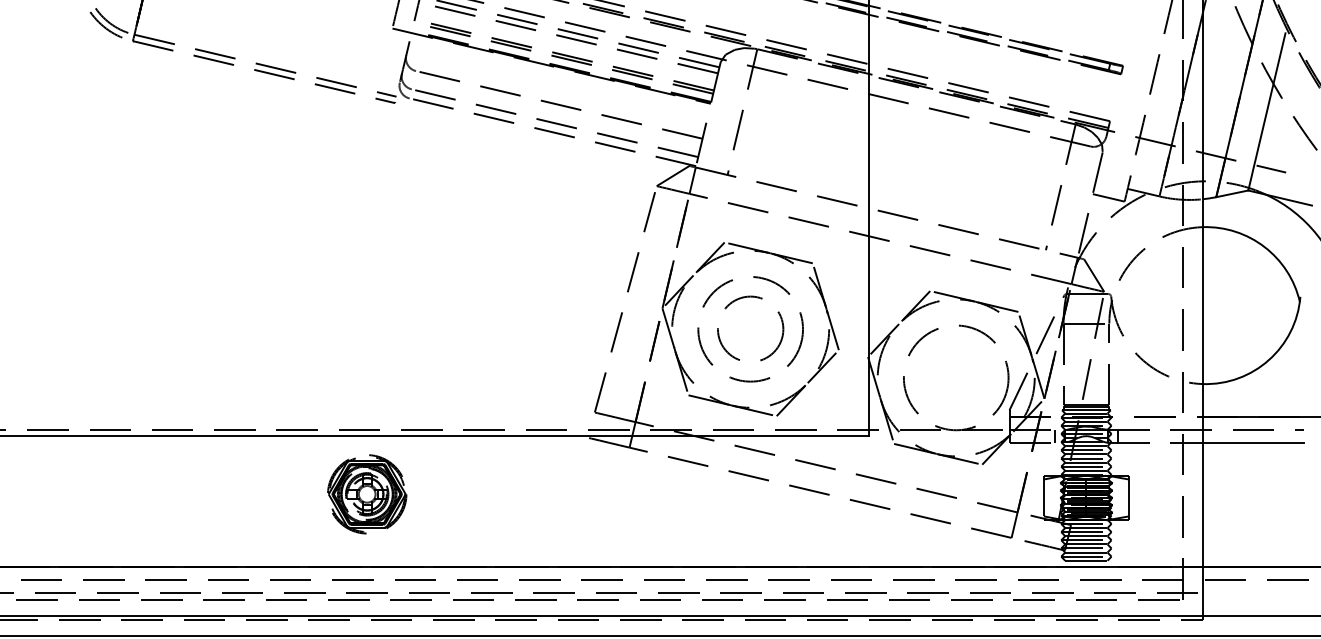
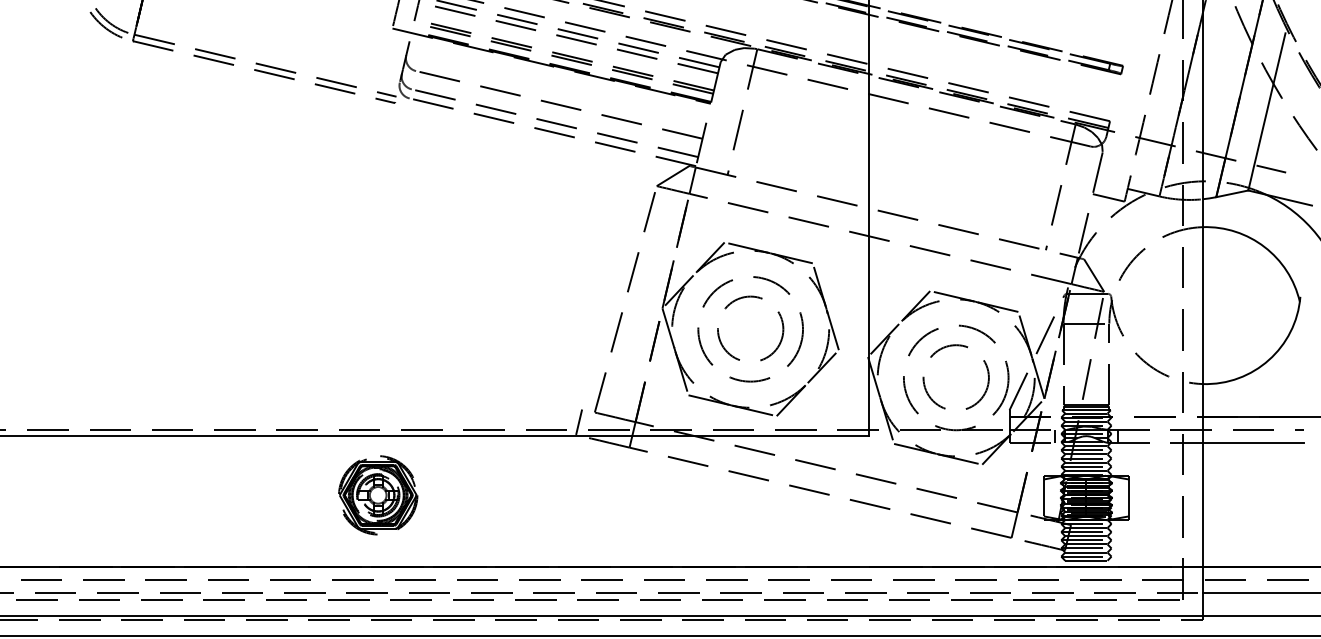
circle at (955, 376): none -> present
line at (579, 421): none -> present
part at (367, 494) position: (367, 494) -> (378, 495)
line at (1259, 593): none -> present
